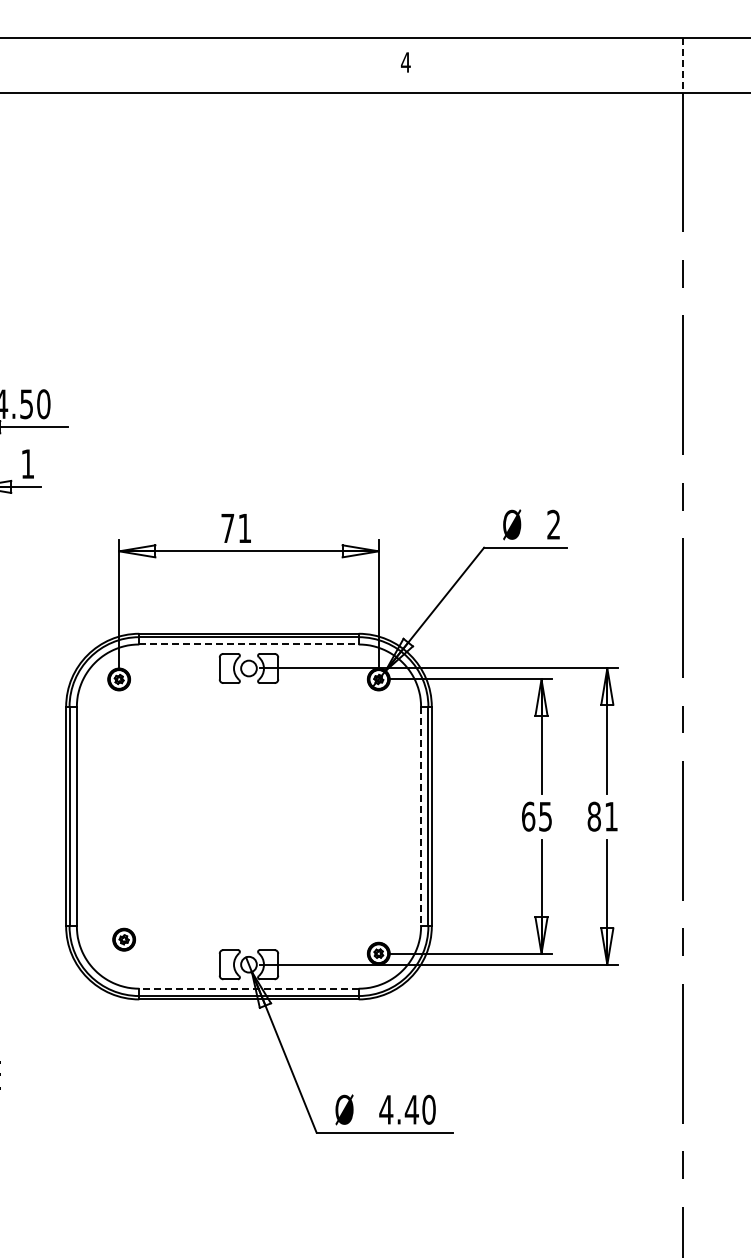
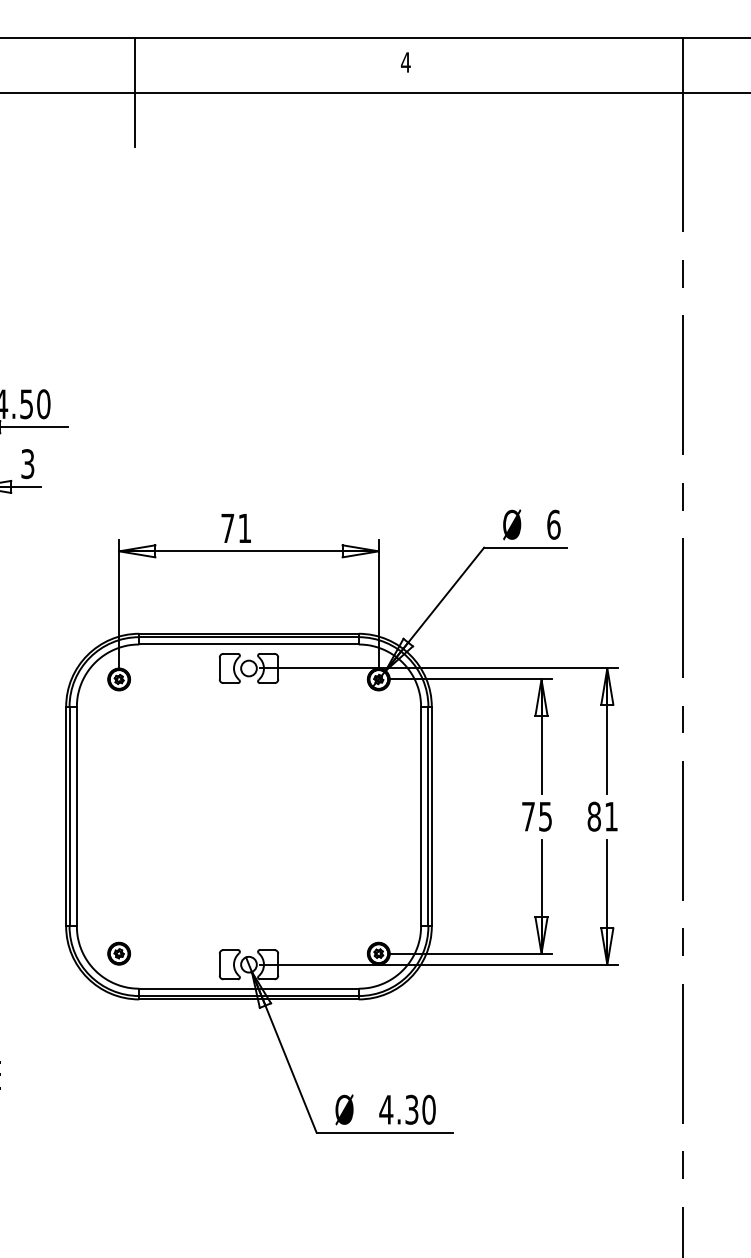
line at (683, 65): dashed -> solid
line at (134, 92): none -> present
text at (27, 464): 1 -> 3
text at (553, 524): 2 -> 6
line at (248, 644): dashed -> solid
line at (421, 816): dashed -> solid
text at (528, 816): 65 -> 75
part at (123, 939) position: (123, 939) -> (118, 953)
line at (248, 988): dashed -> solid
text at (411, 1109): 4.40 -> 4.30
